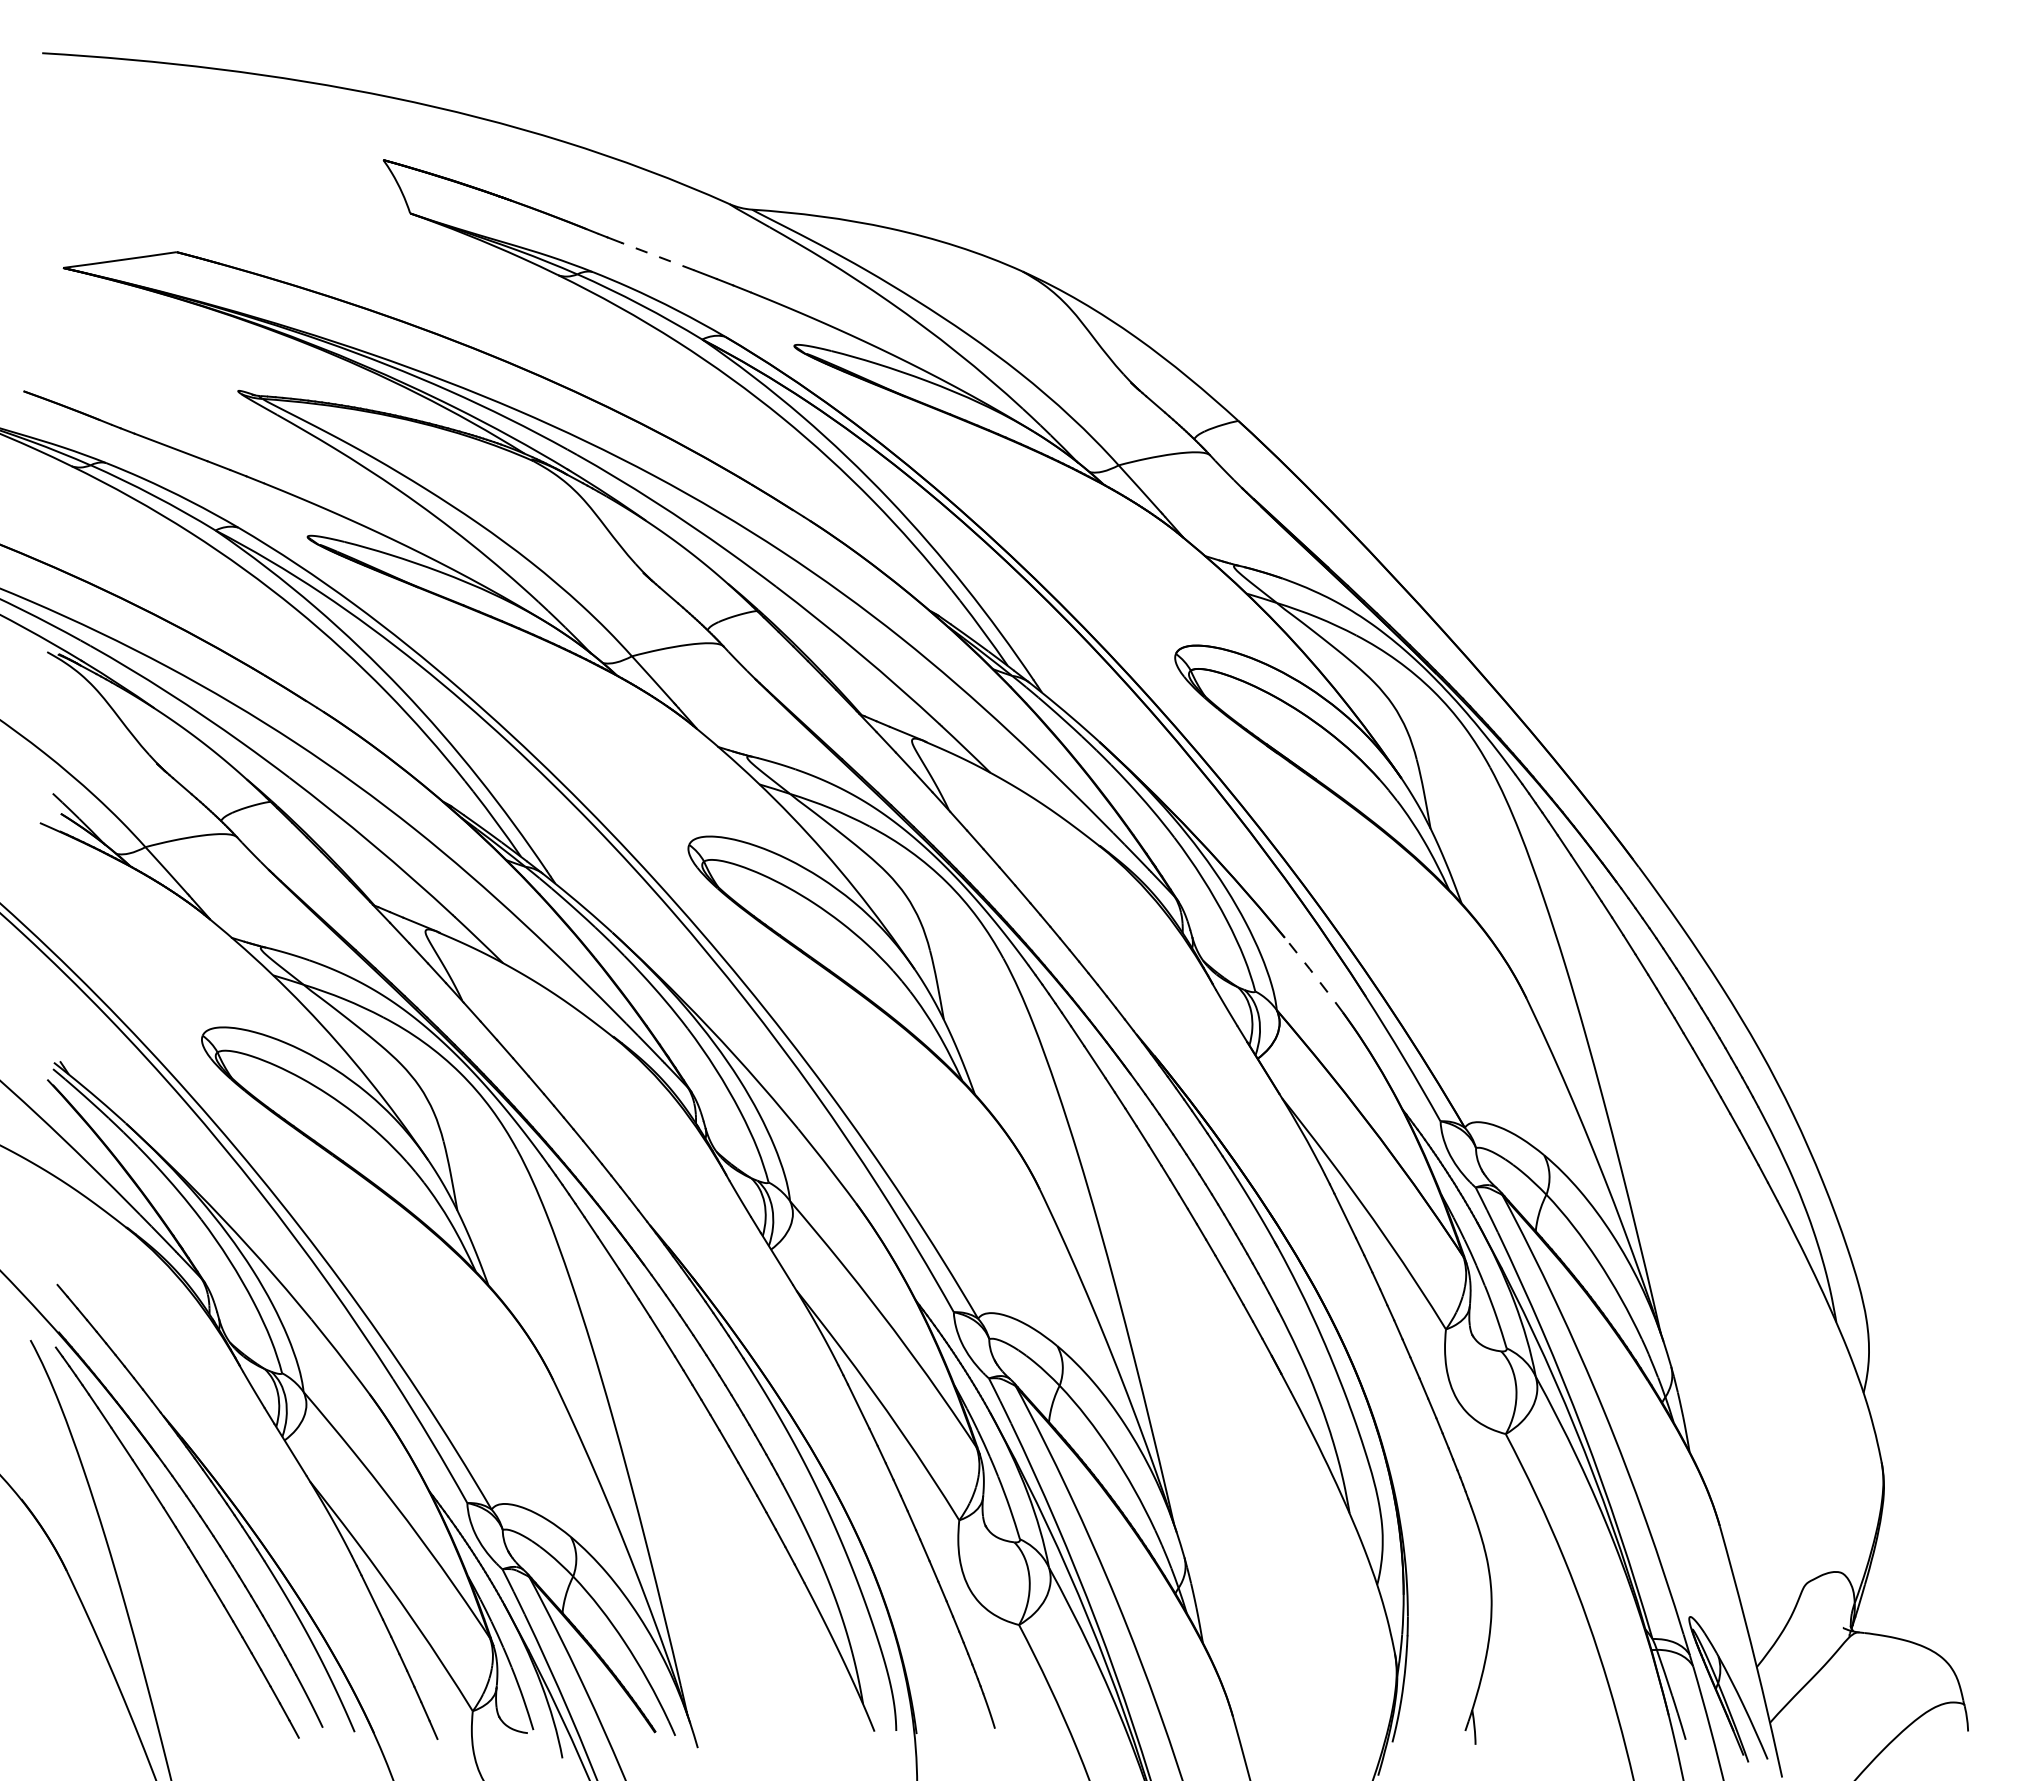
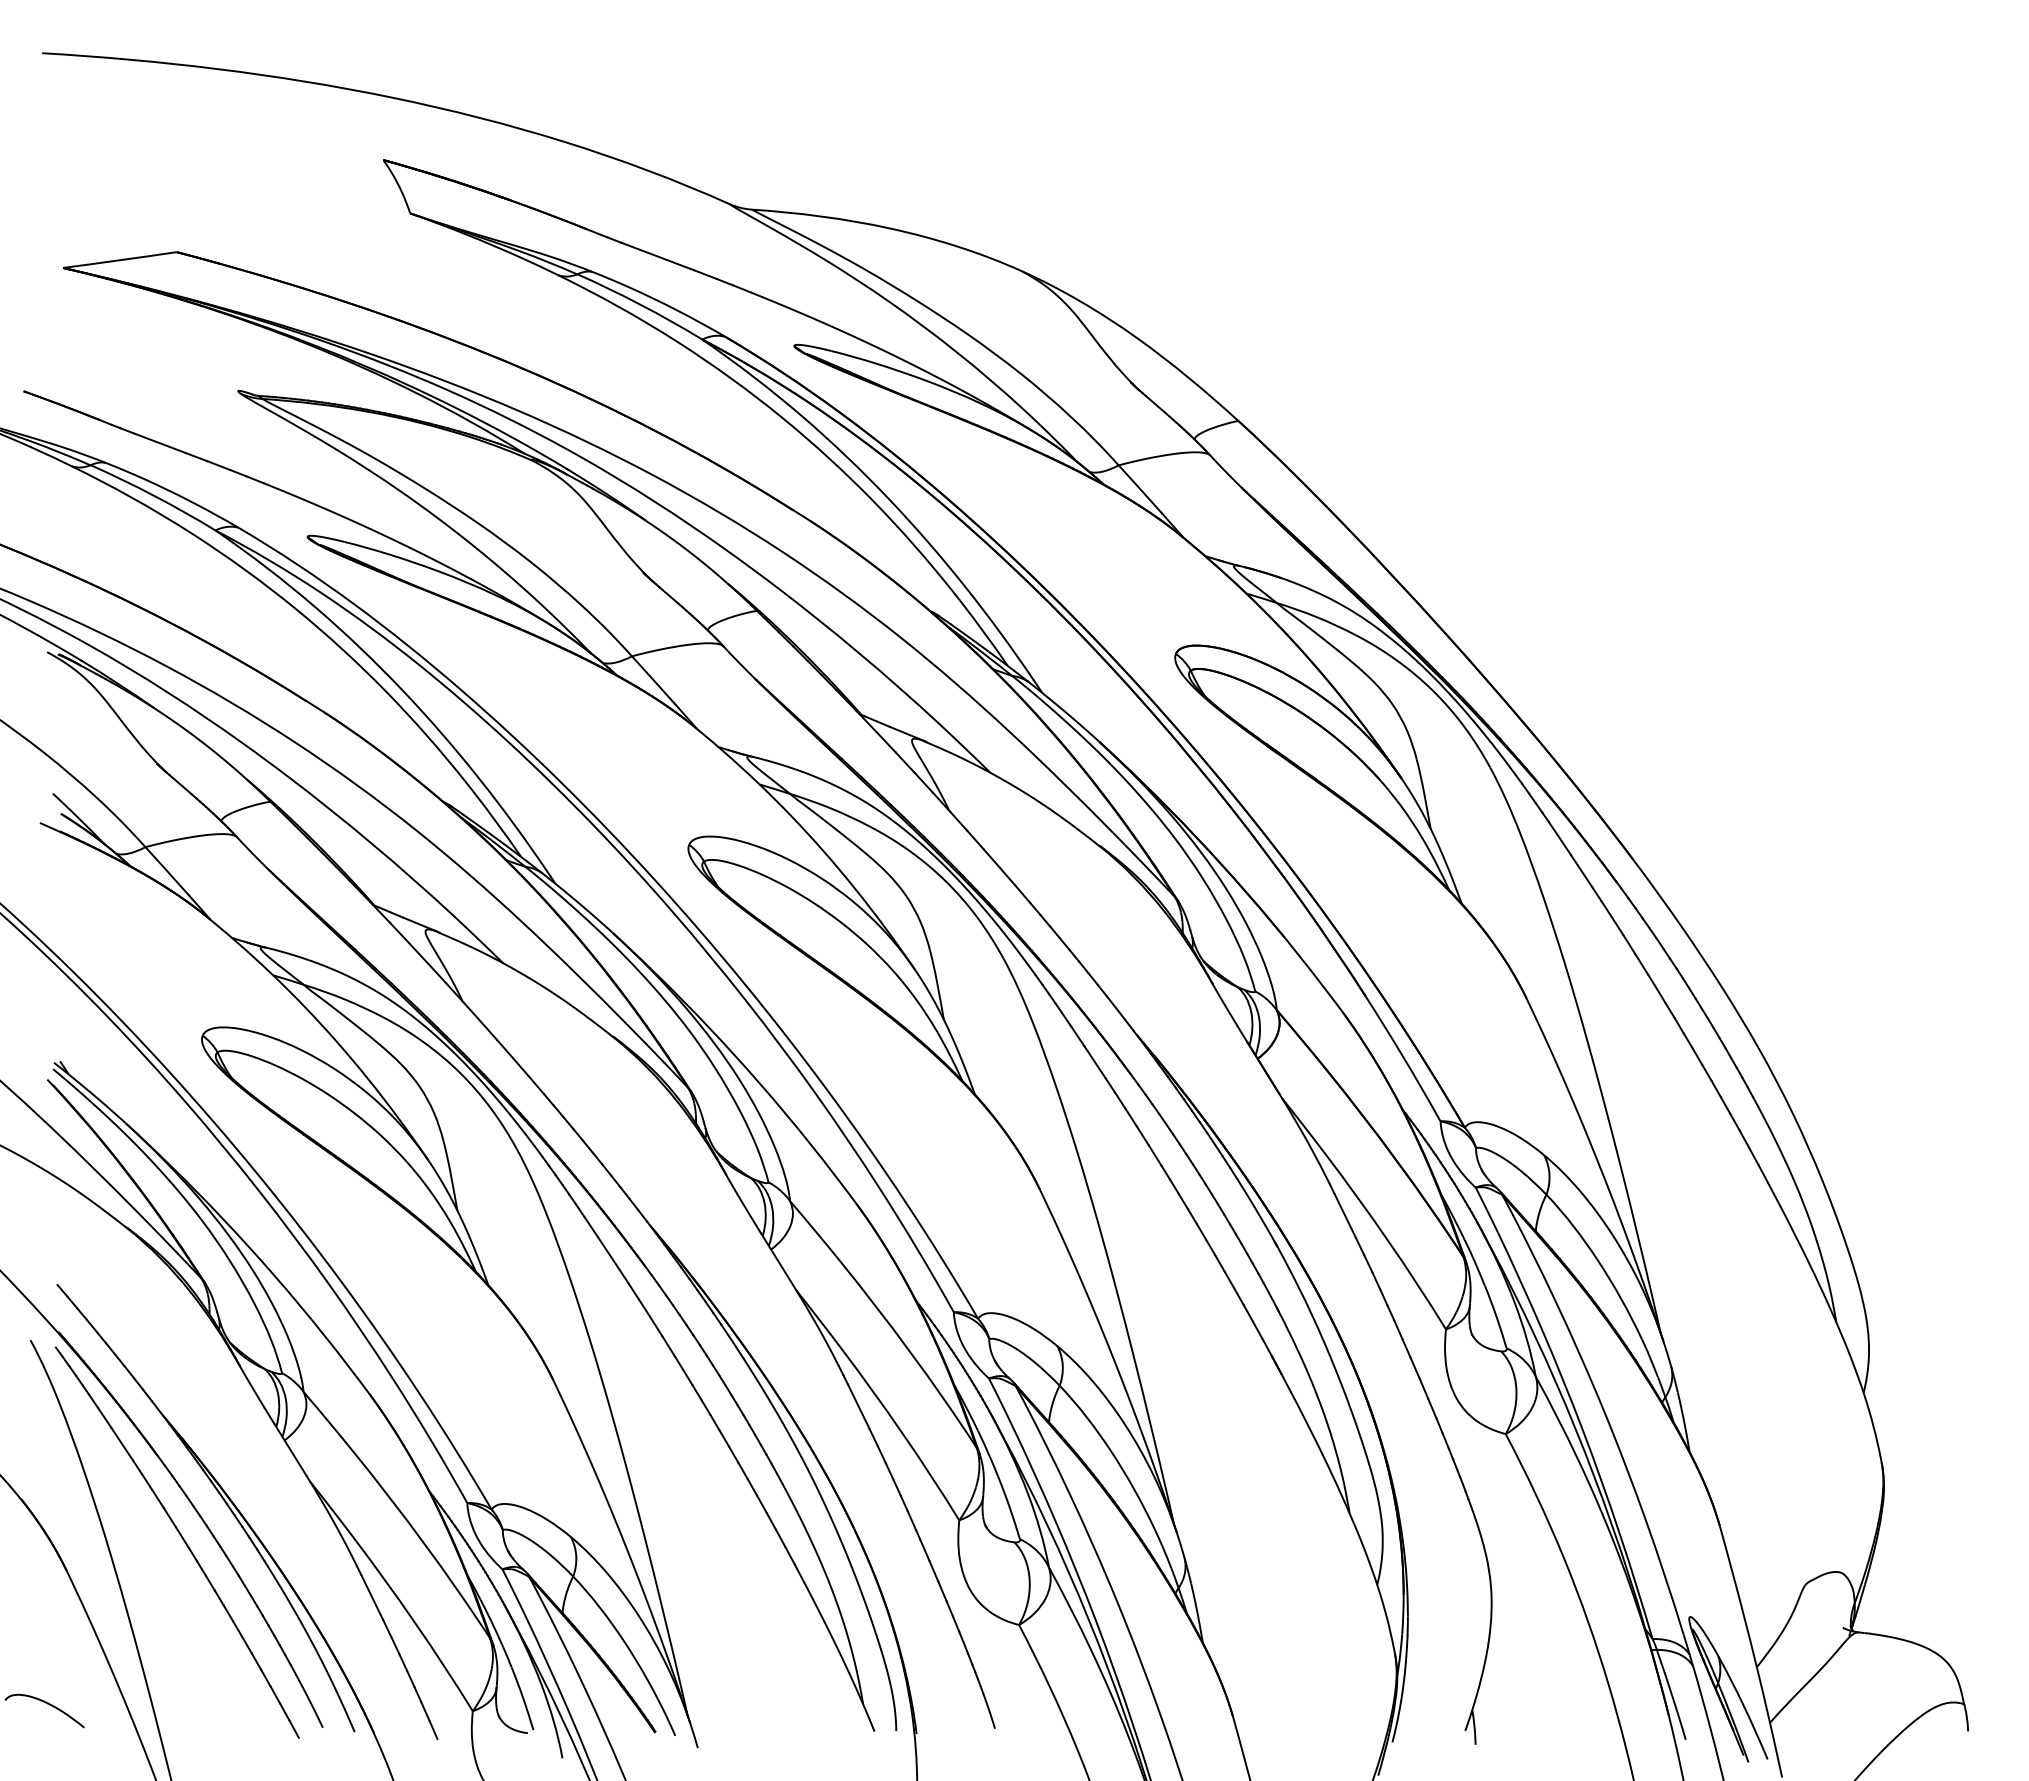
line at (657, 256): dashed -> solid
line at (1314, 974): dashed -> solid
curve at (47, 1704): none -> present
